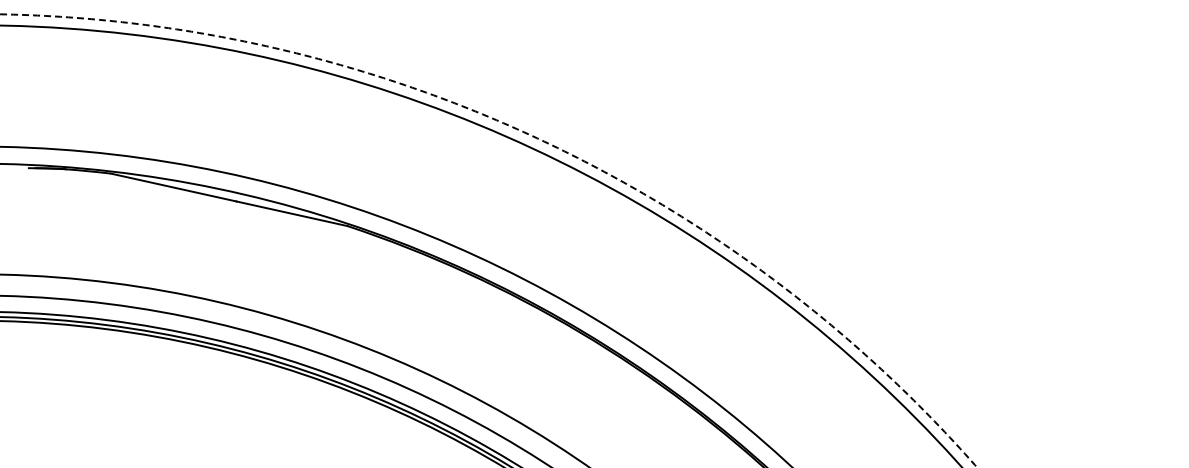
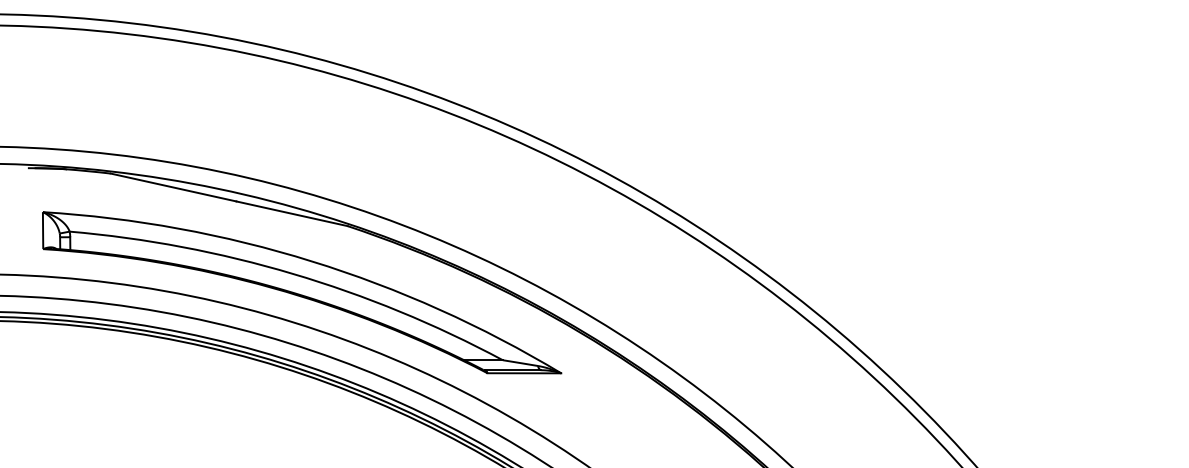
arc at (534, 137): dashed -> solid
part at (302, 292): none -> present
